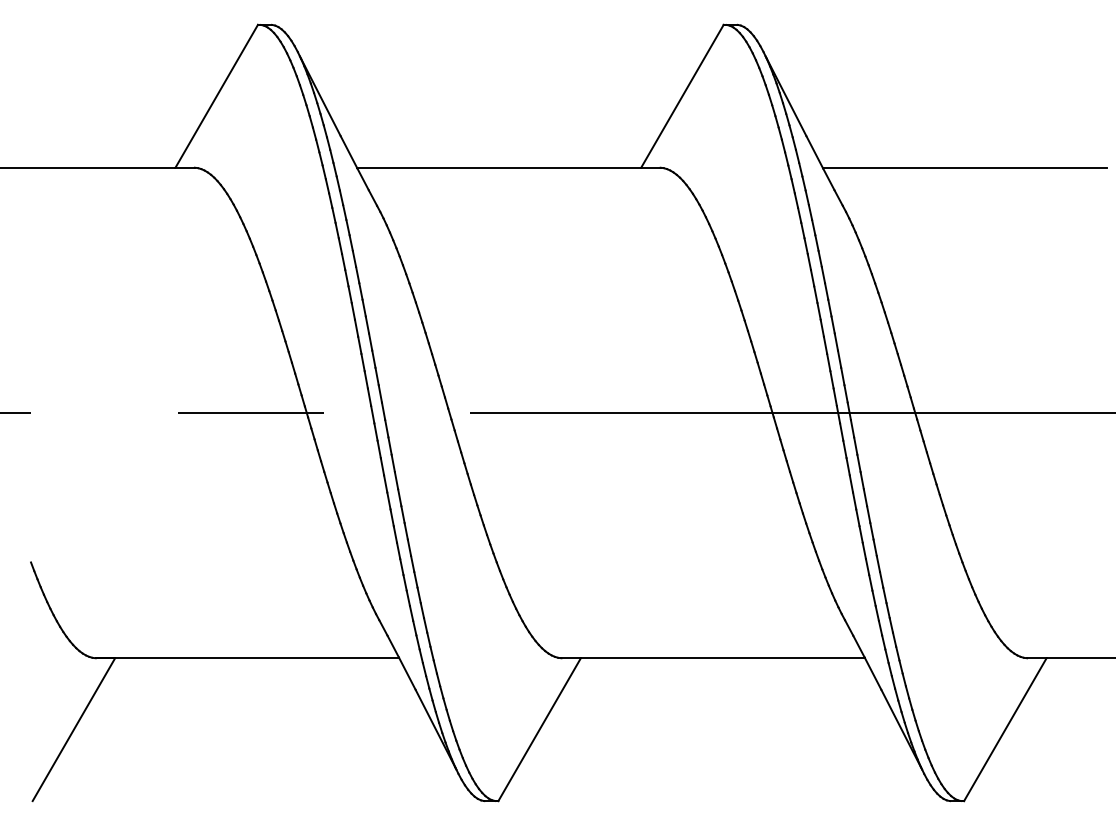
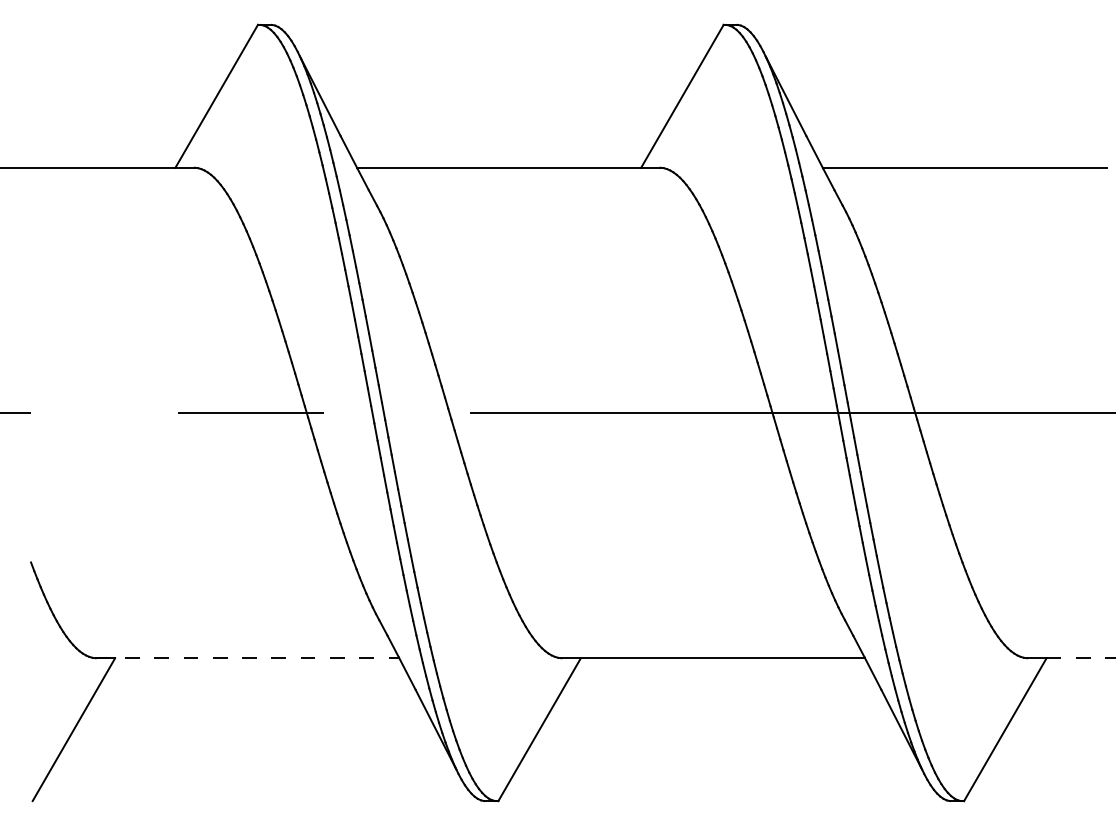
line at (247, 658): solid -> dashed
line at (1081, 658): solid -> dashed
